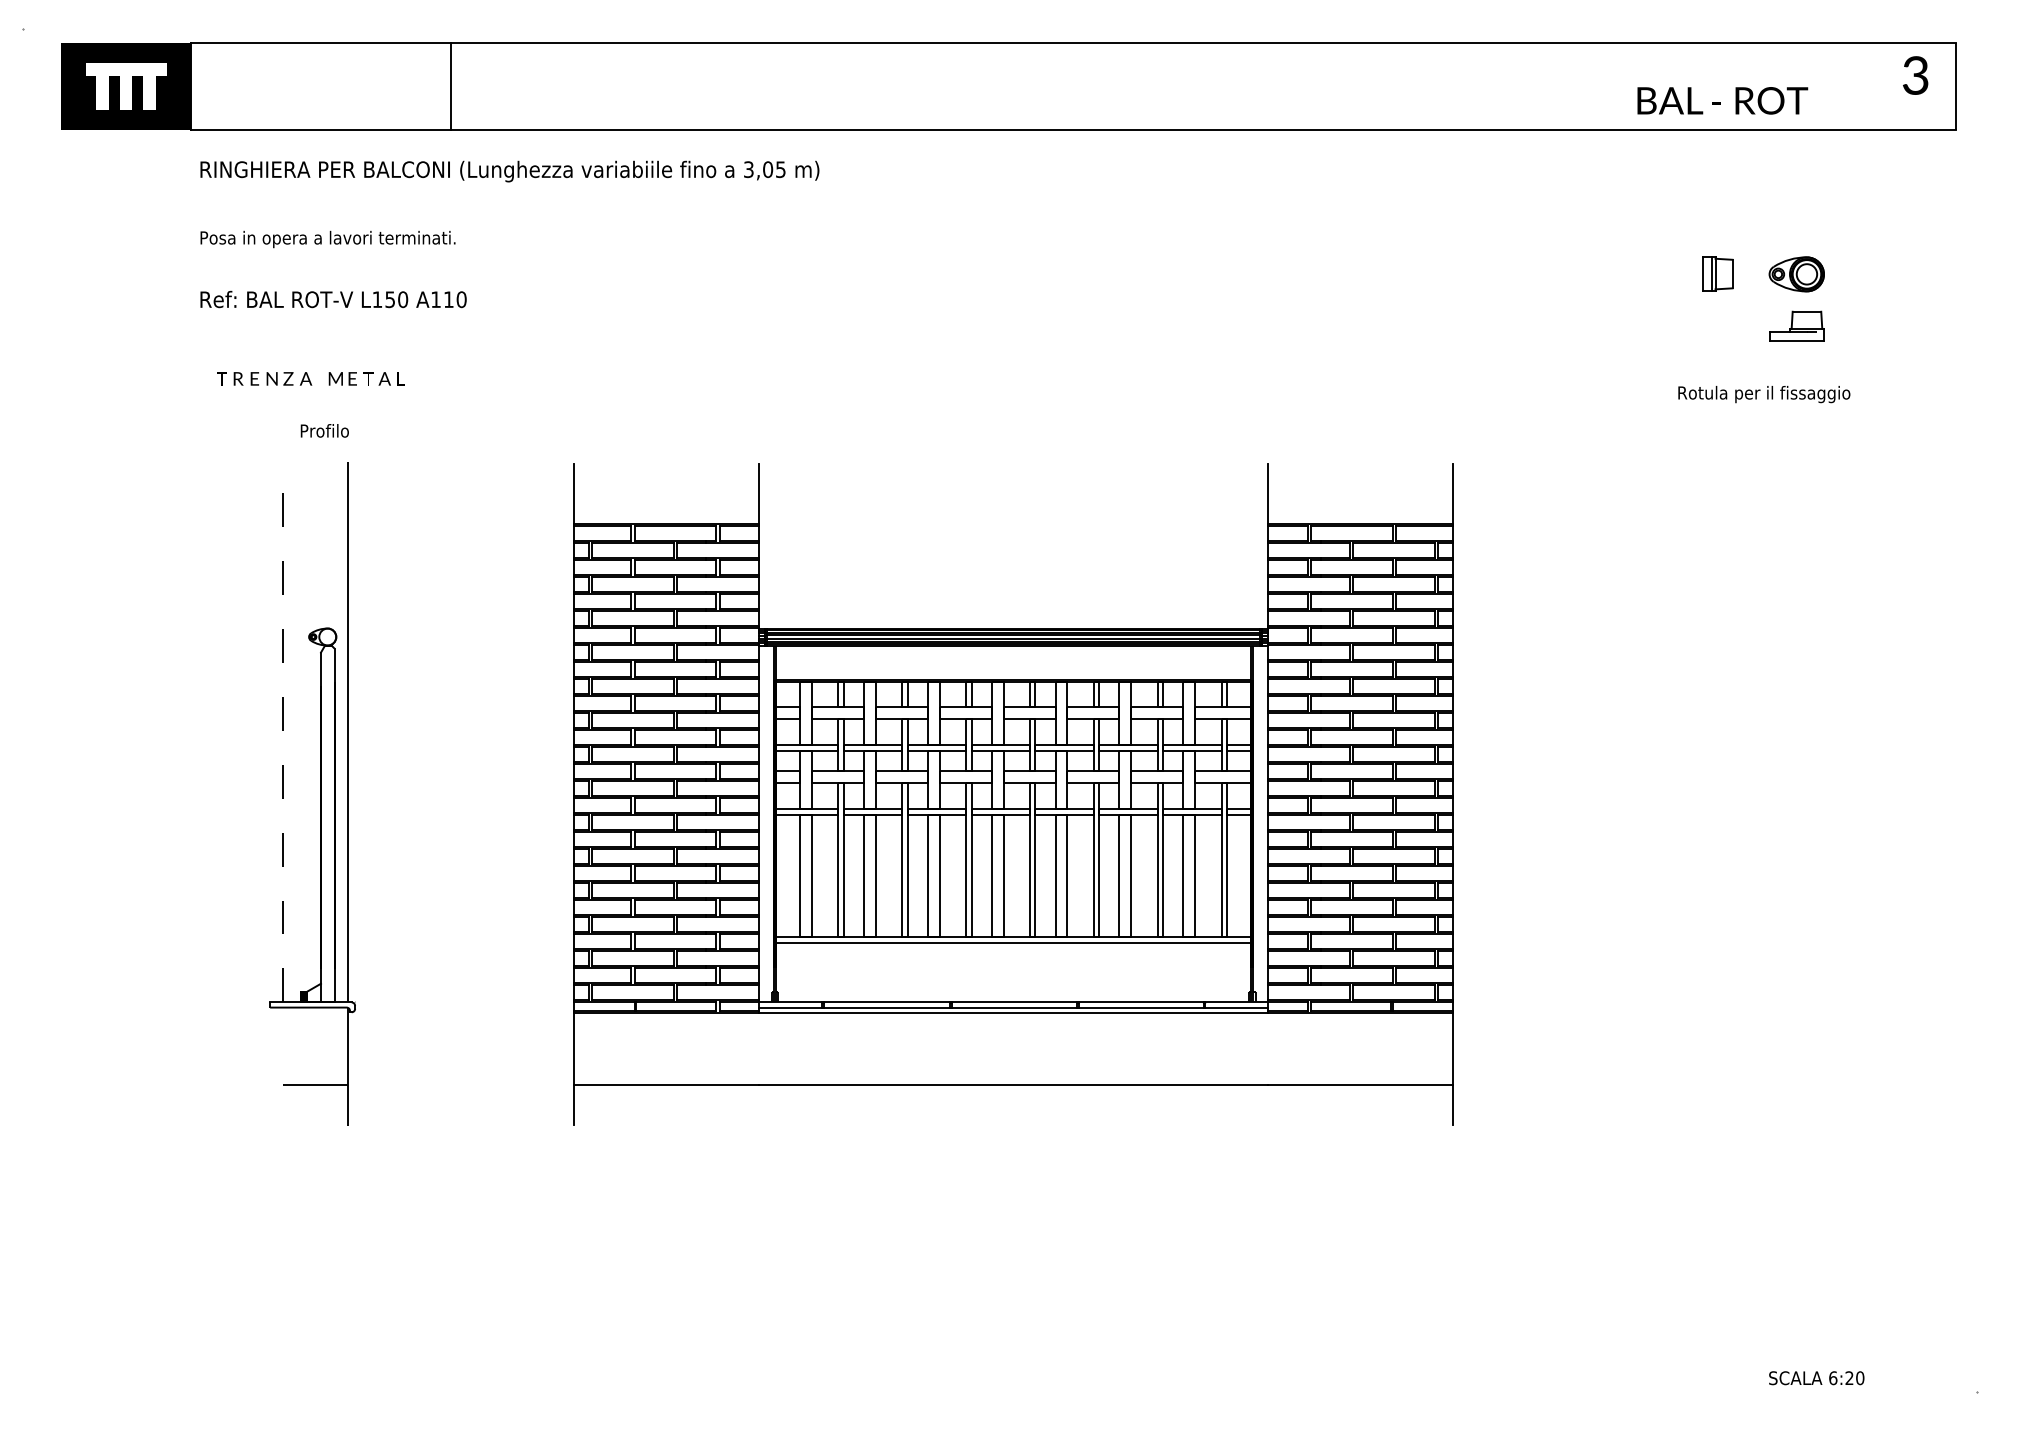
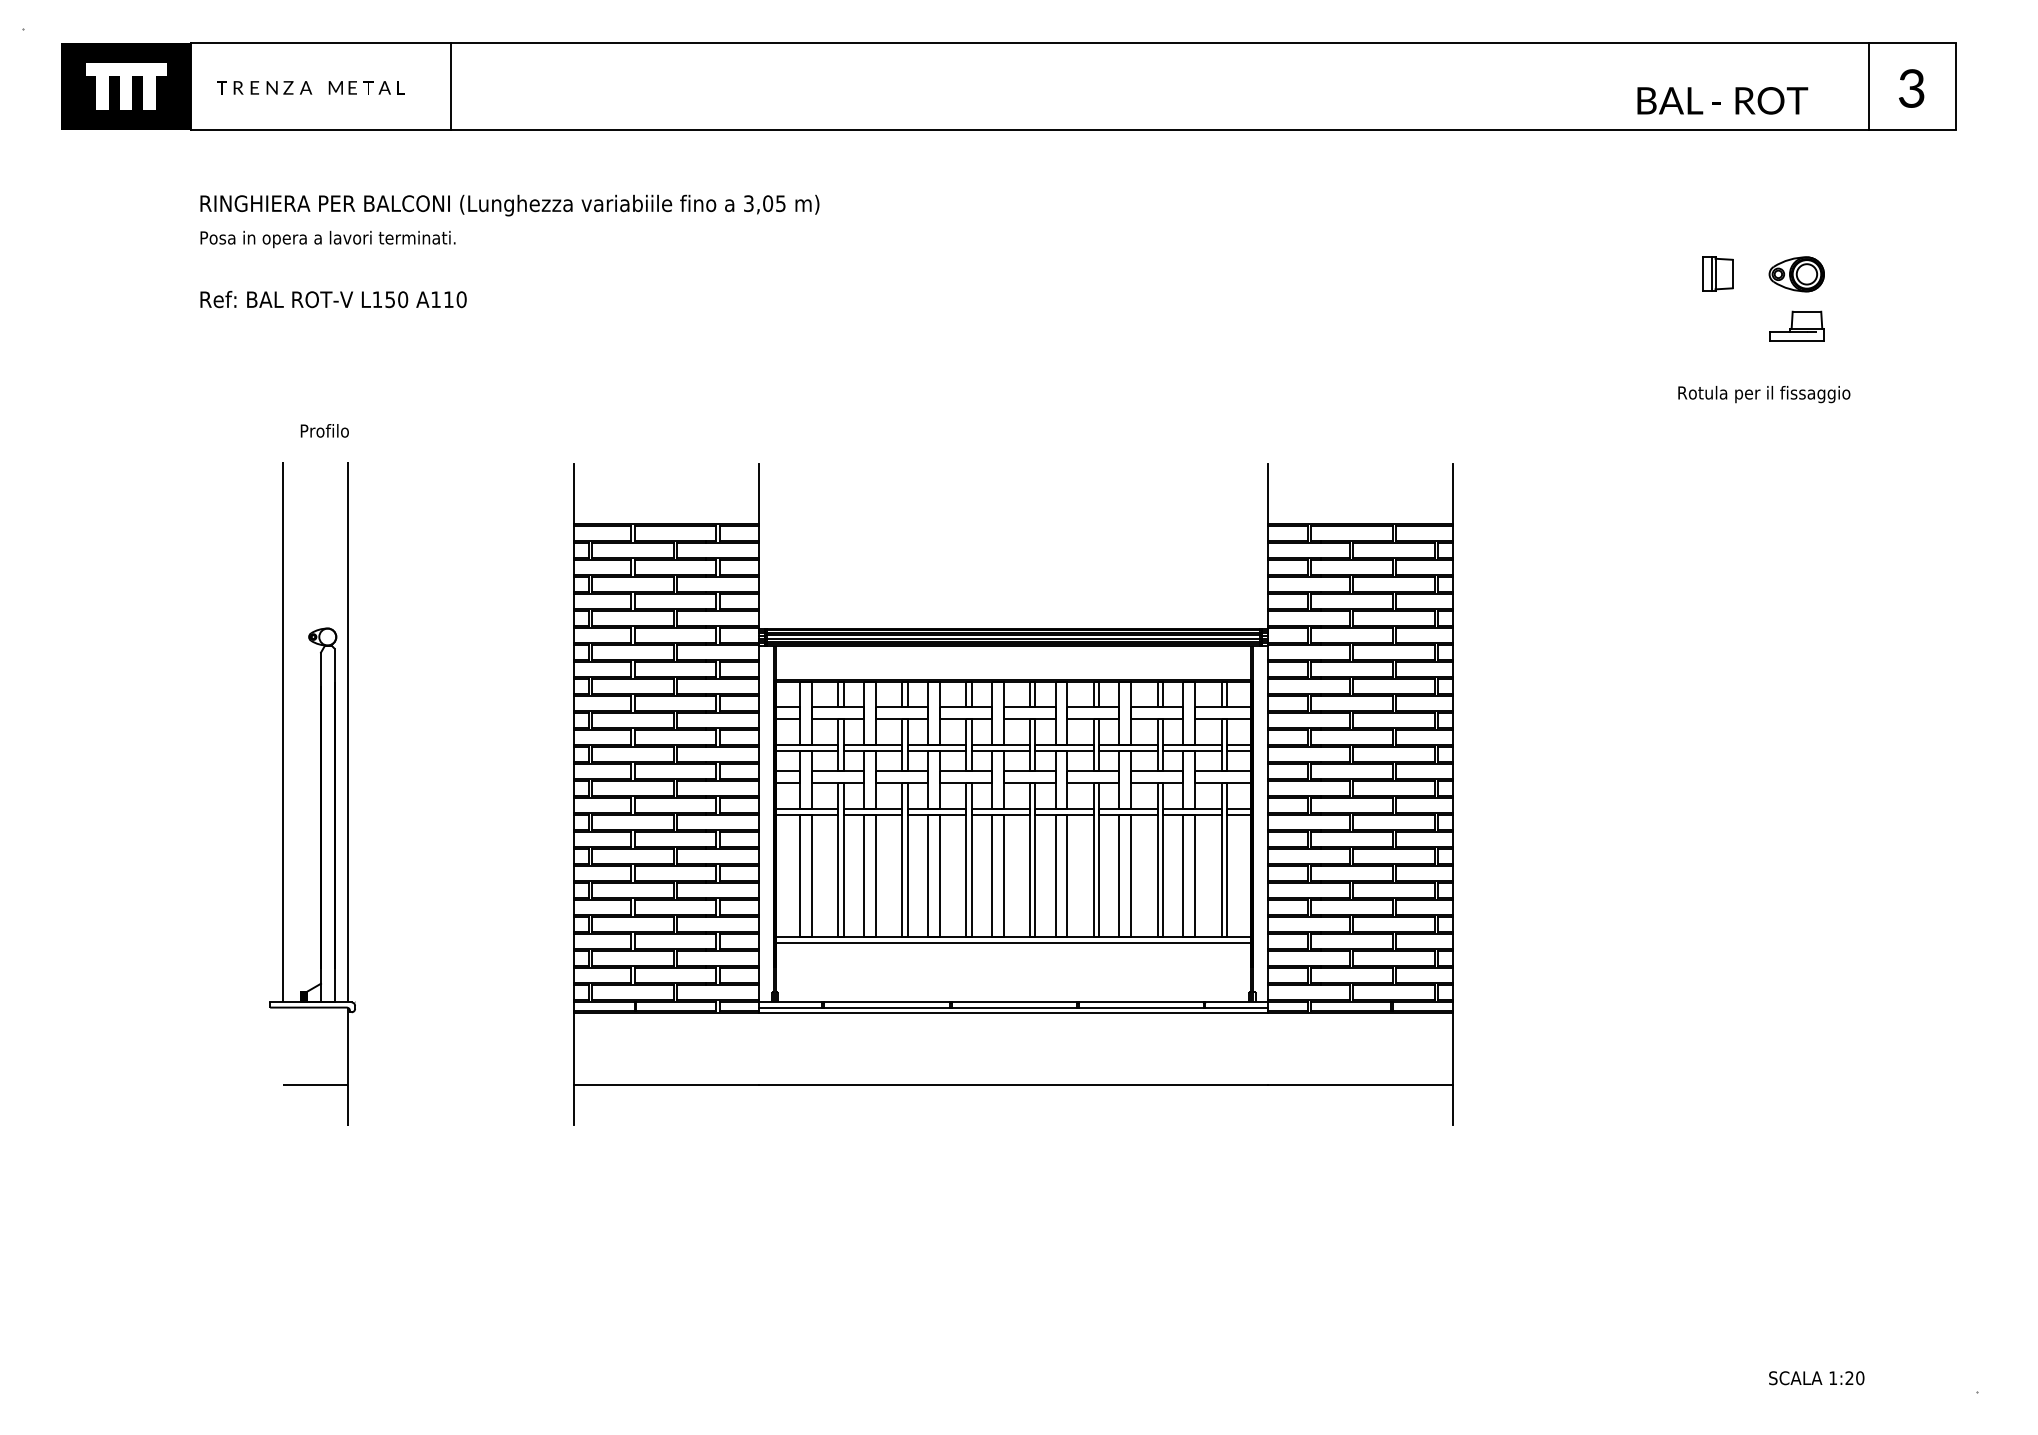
text at (1915, 75) position: (1915, 75) -> (1911, 88)
line at (1868, 86): none -> present
text at (509, 171) position: (509, 171) -> (509, 205)
text at (310, 378) position: (310, 378) -> (310, 87)
line at (283, 731): dashed -> solid
text at (1833, 1378): 6:20 -> 1:20
